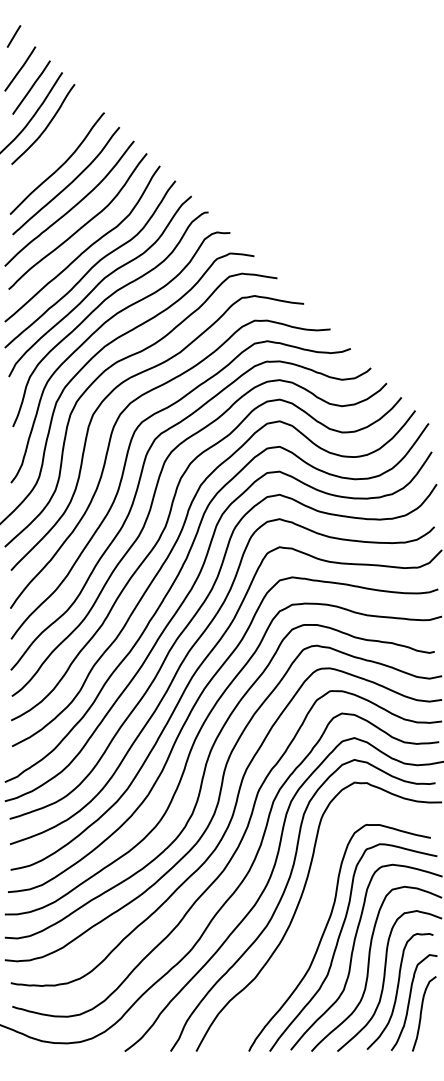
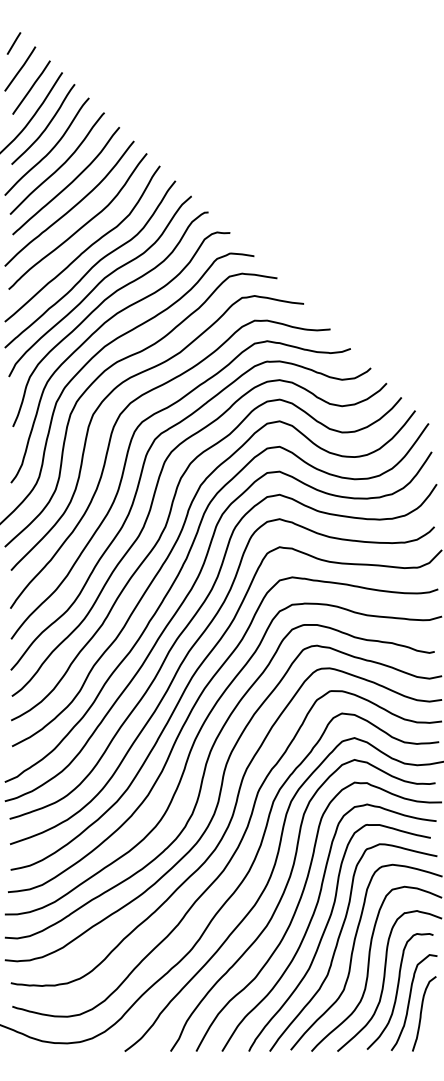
line at (13, 36) position: (13, 36) -> (13, 43)
curve at (50, 149): none -> present
curve at (311, 922): none -> present
